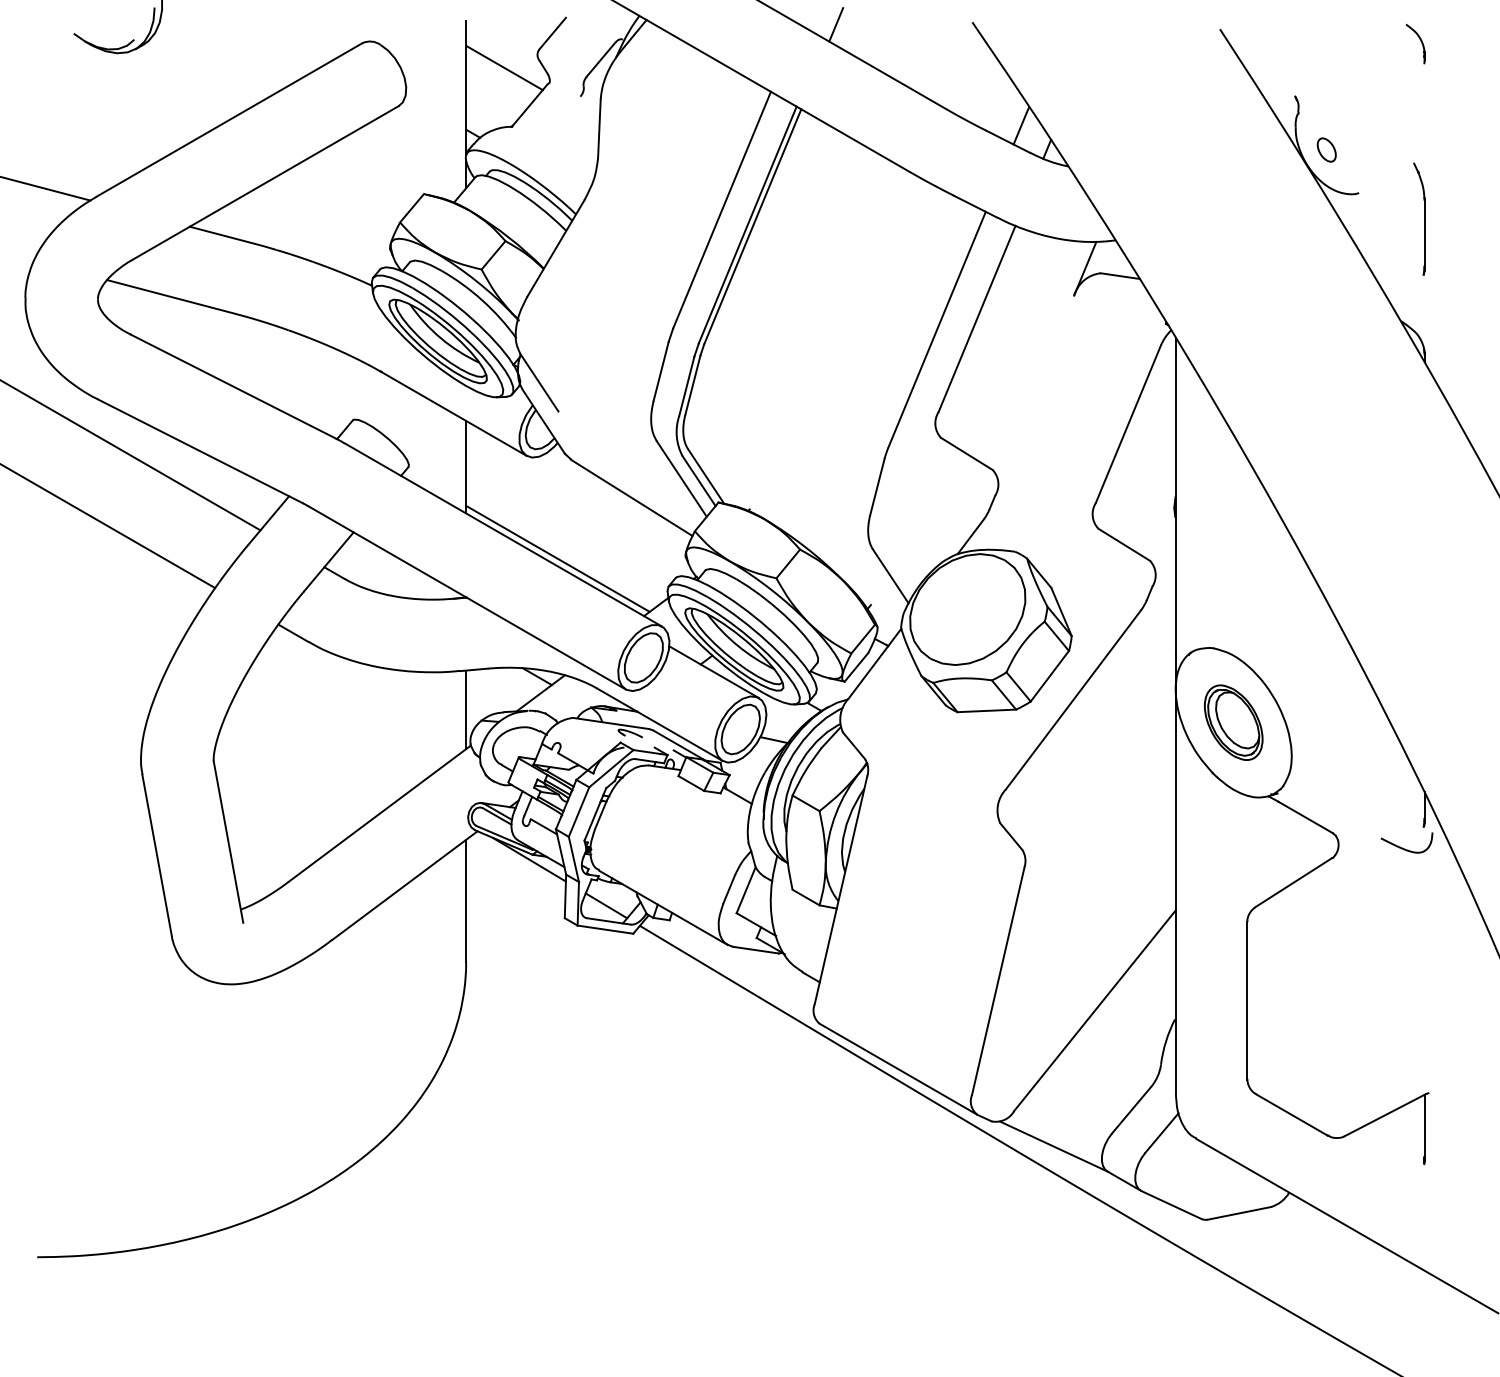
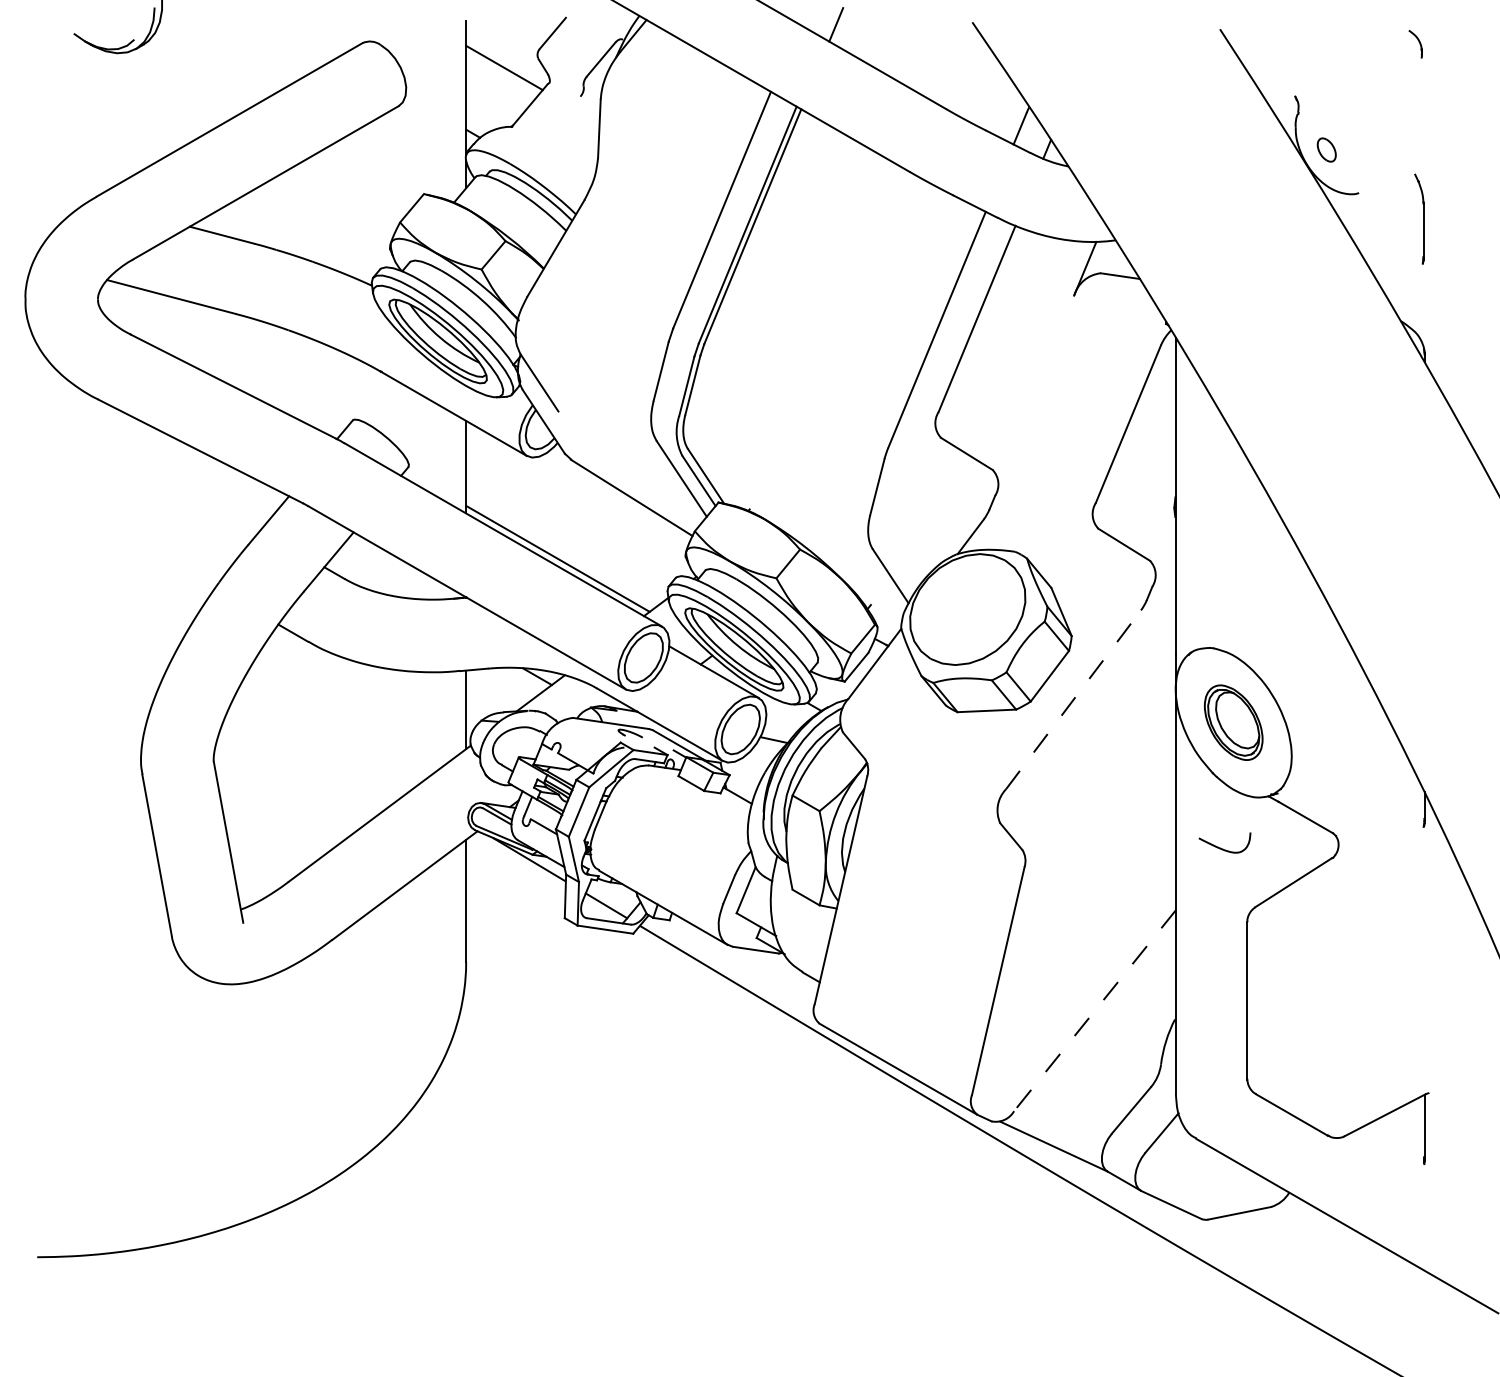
part at (1415, 44) size: 21x41 px -> 15x29 px
line at (46, 188): present -> none
part at (1419, 218) size: 13x114 px -> 11x92 px
line at (131, 455): present -> none
line at (108, 526): present -> none
line at (1073, 699): solid -> dashed
curve at (1405, 848) position: (1405, 848) -> (1223, 848)
line at (1095, 1010): solid -> dashed
